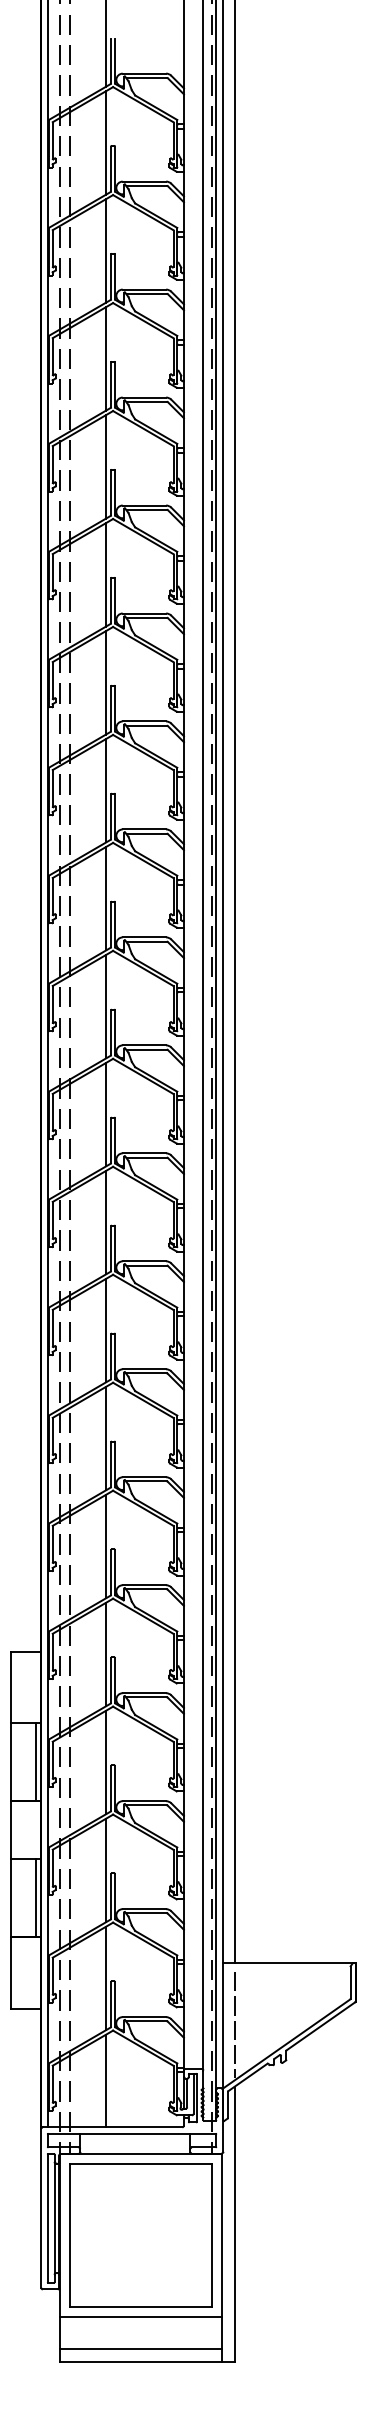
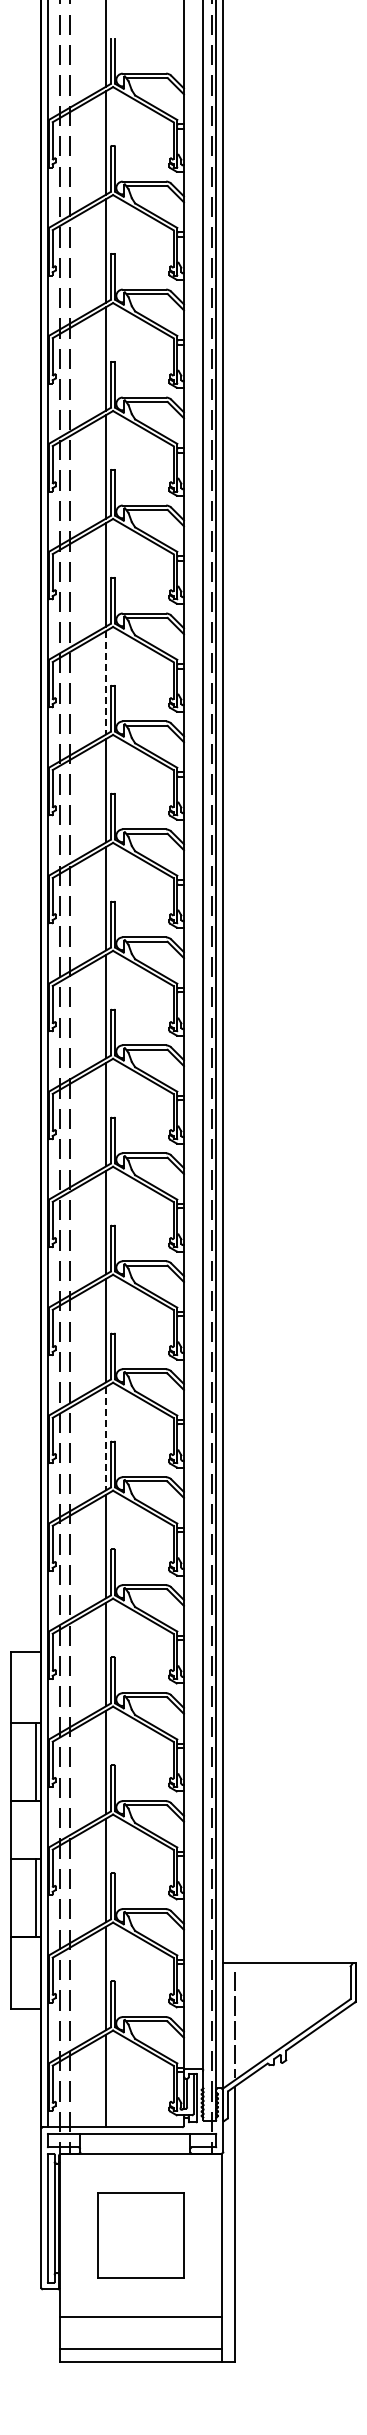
line at (106, 682): solid -> dashed
line at (234, 982): present -> none
line at (106, 1438): solid -> dashed
part at (140, 2235) size: 144x145 px -> 88x87 px
